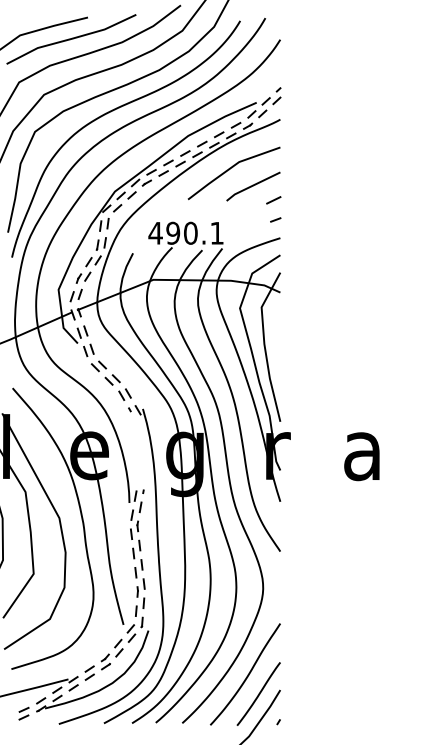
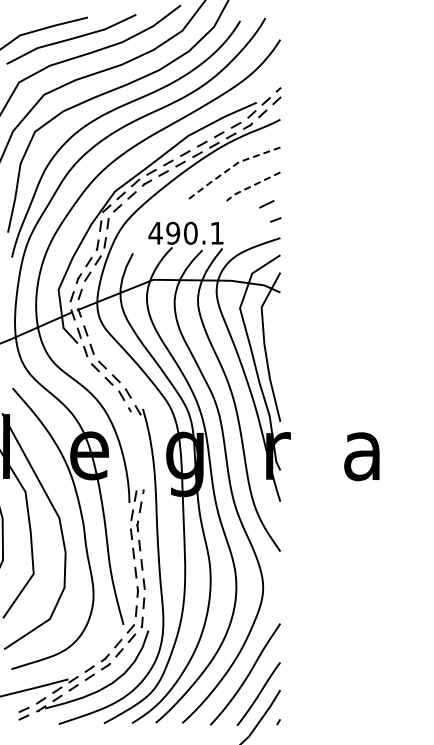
line at (231, 167): solid -> dashed
line at (251, 186): solid -> dashed
line at (273, 200) position: (273, 200) -> (266, 204)
